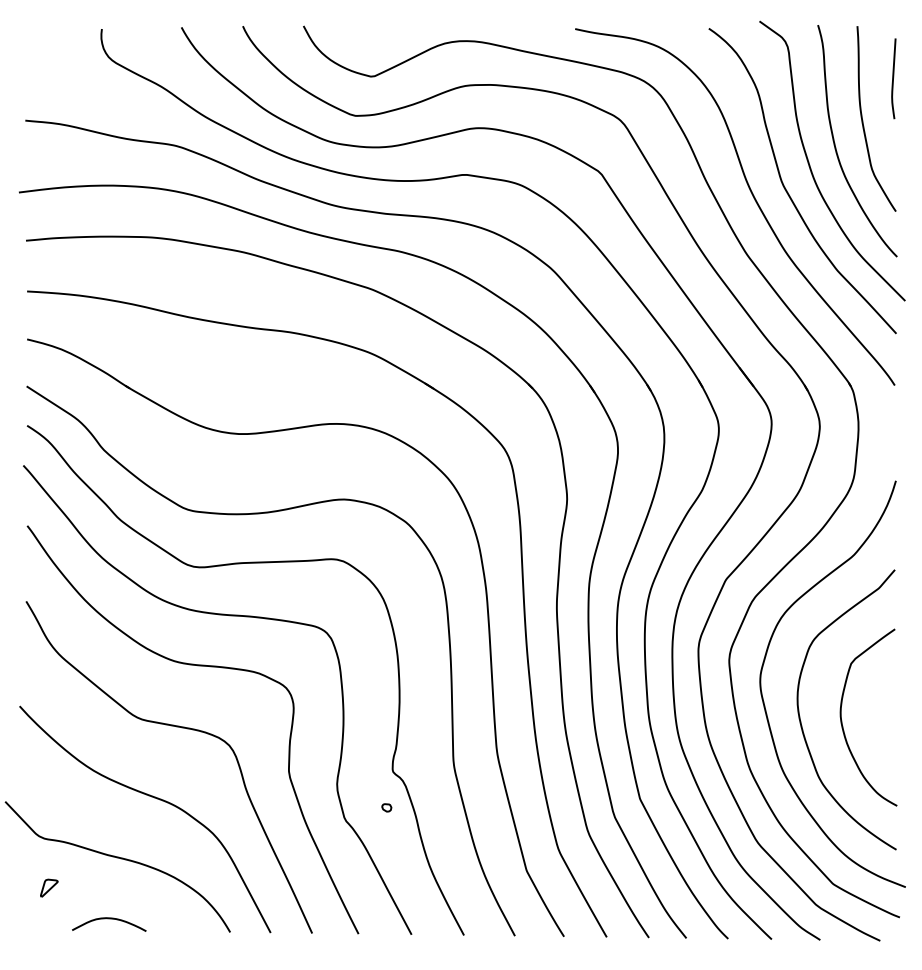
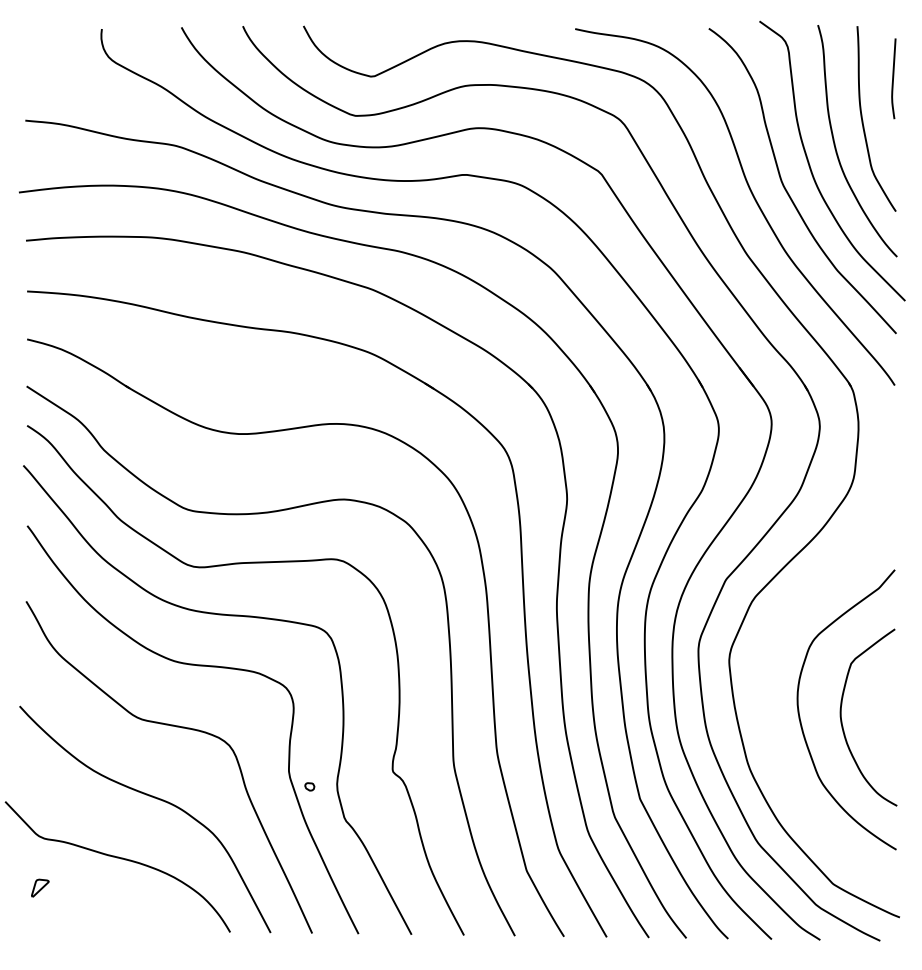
curve at (764, 701): present -> none
part at (386, 807) position: (386, 807) -> (309, 786)
part at (49, 887) position: (49, 887) -> (40, 887)
curve at (109, 919): present -> none
